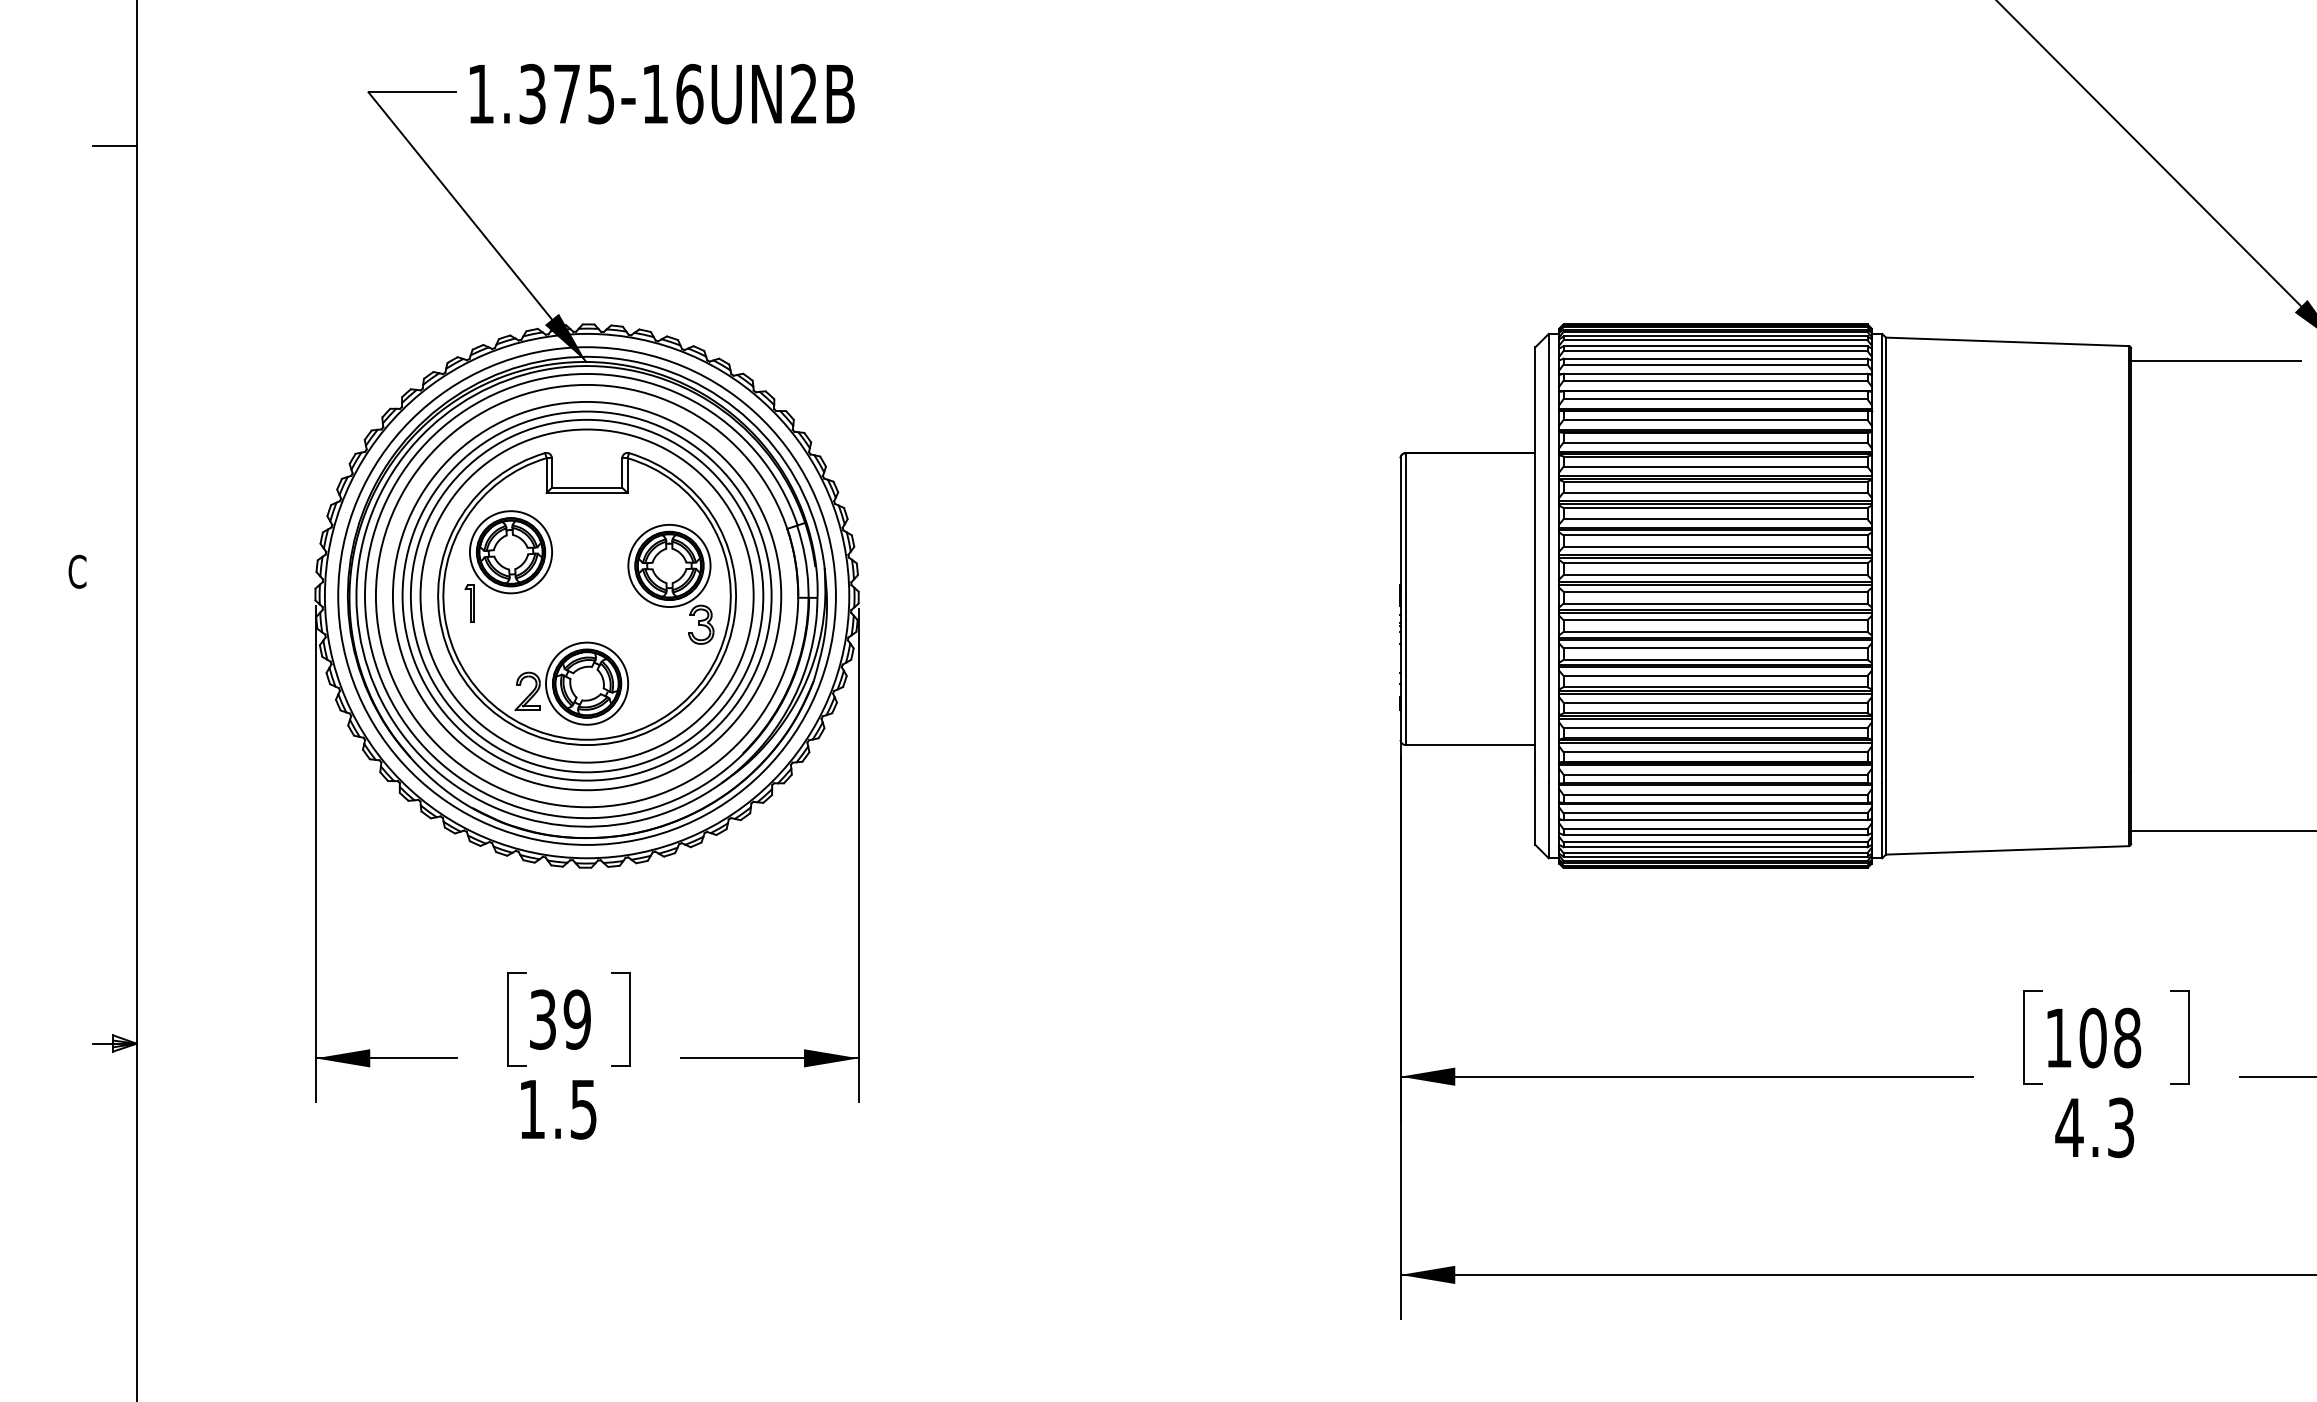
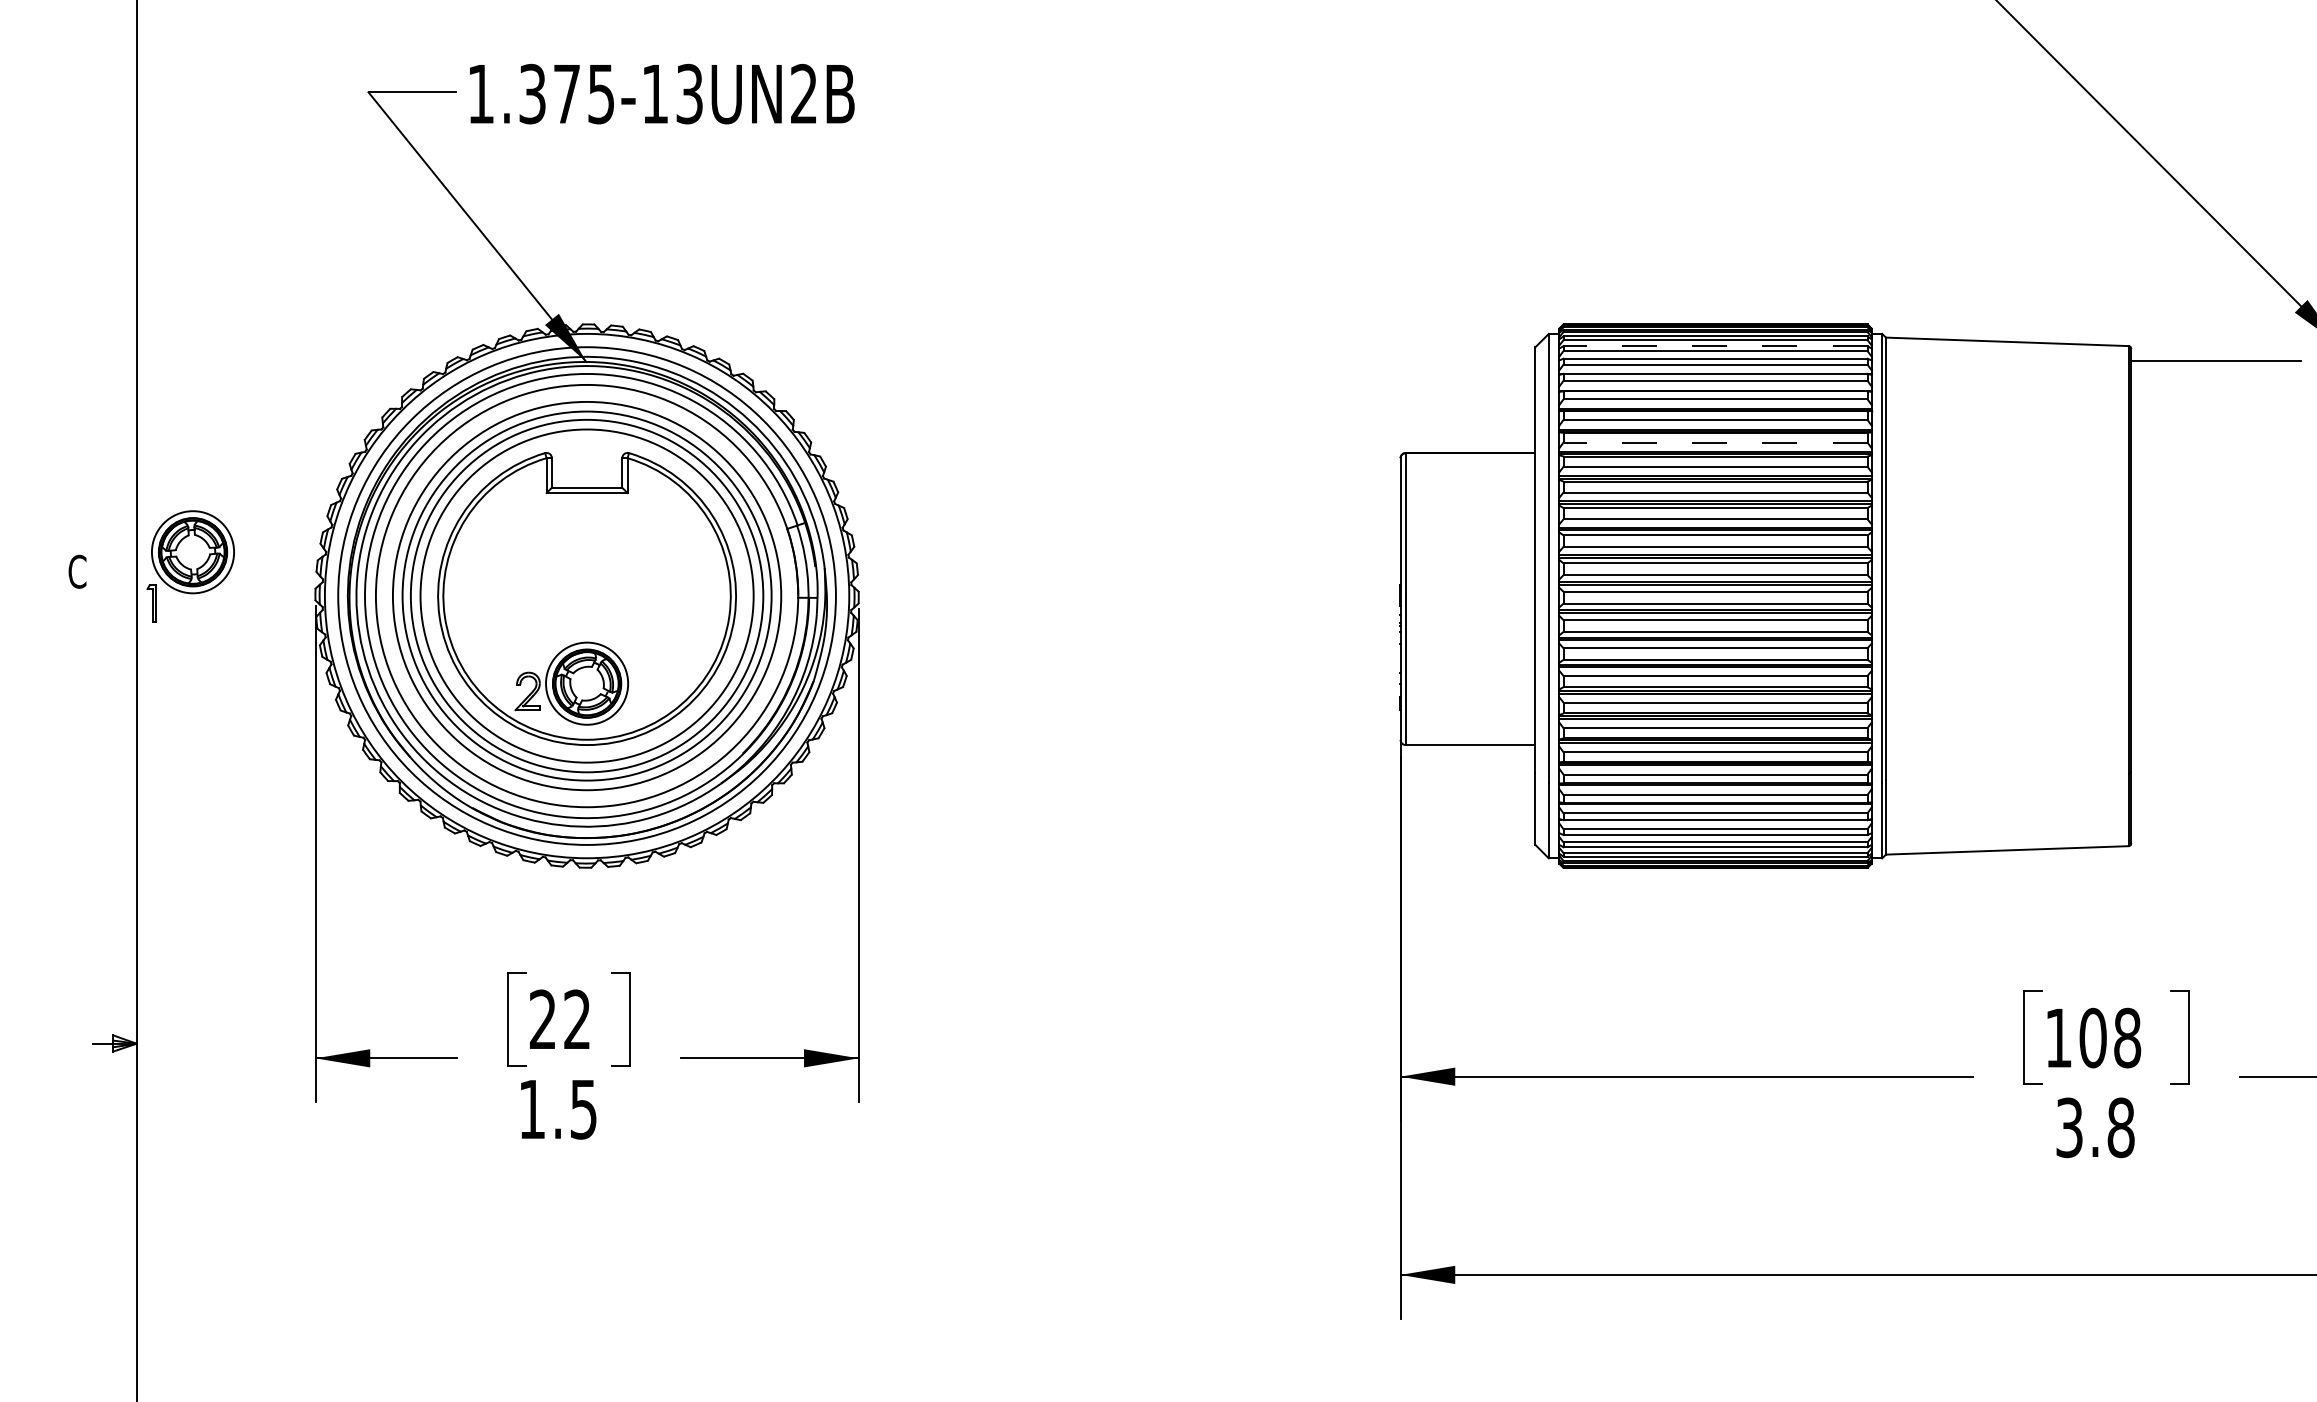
text at (689, 93): 1.375-16UN2B -> 1.375-13UN2B
line at (114, 145): present -> none
line at (1715, 346): solid -> dashed
line at (1715, 442): solid -> dashed
part at (508, 566) position: (508, 566) -> (190, 566)
part at (670, 584): present -> none
line at (2222, 830): present -> none
text at (559, 1019): 39 -> 22
text at (2094, 1127): 4.3 -> 3.8
